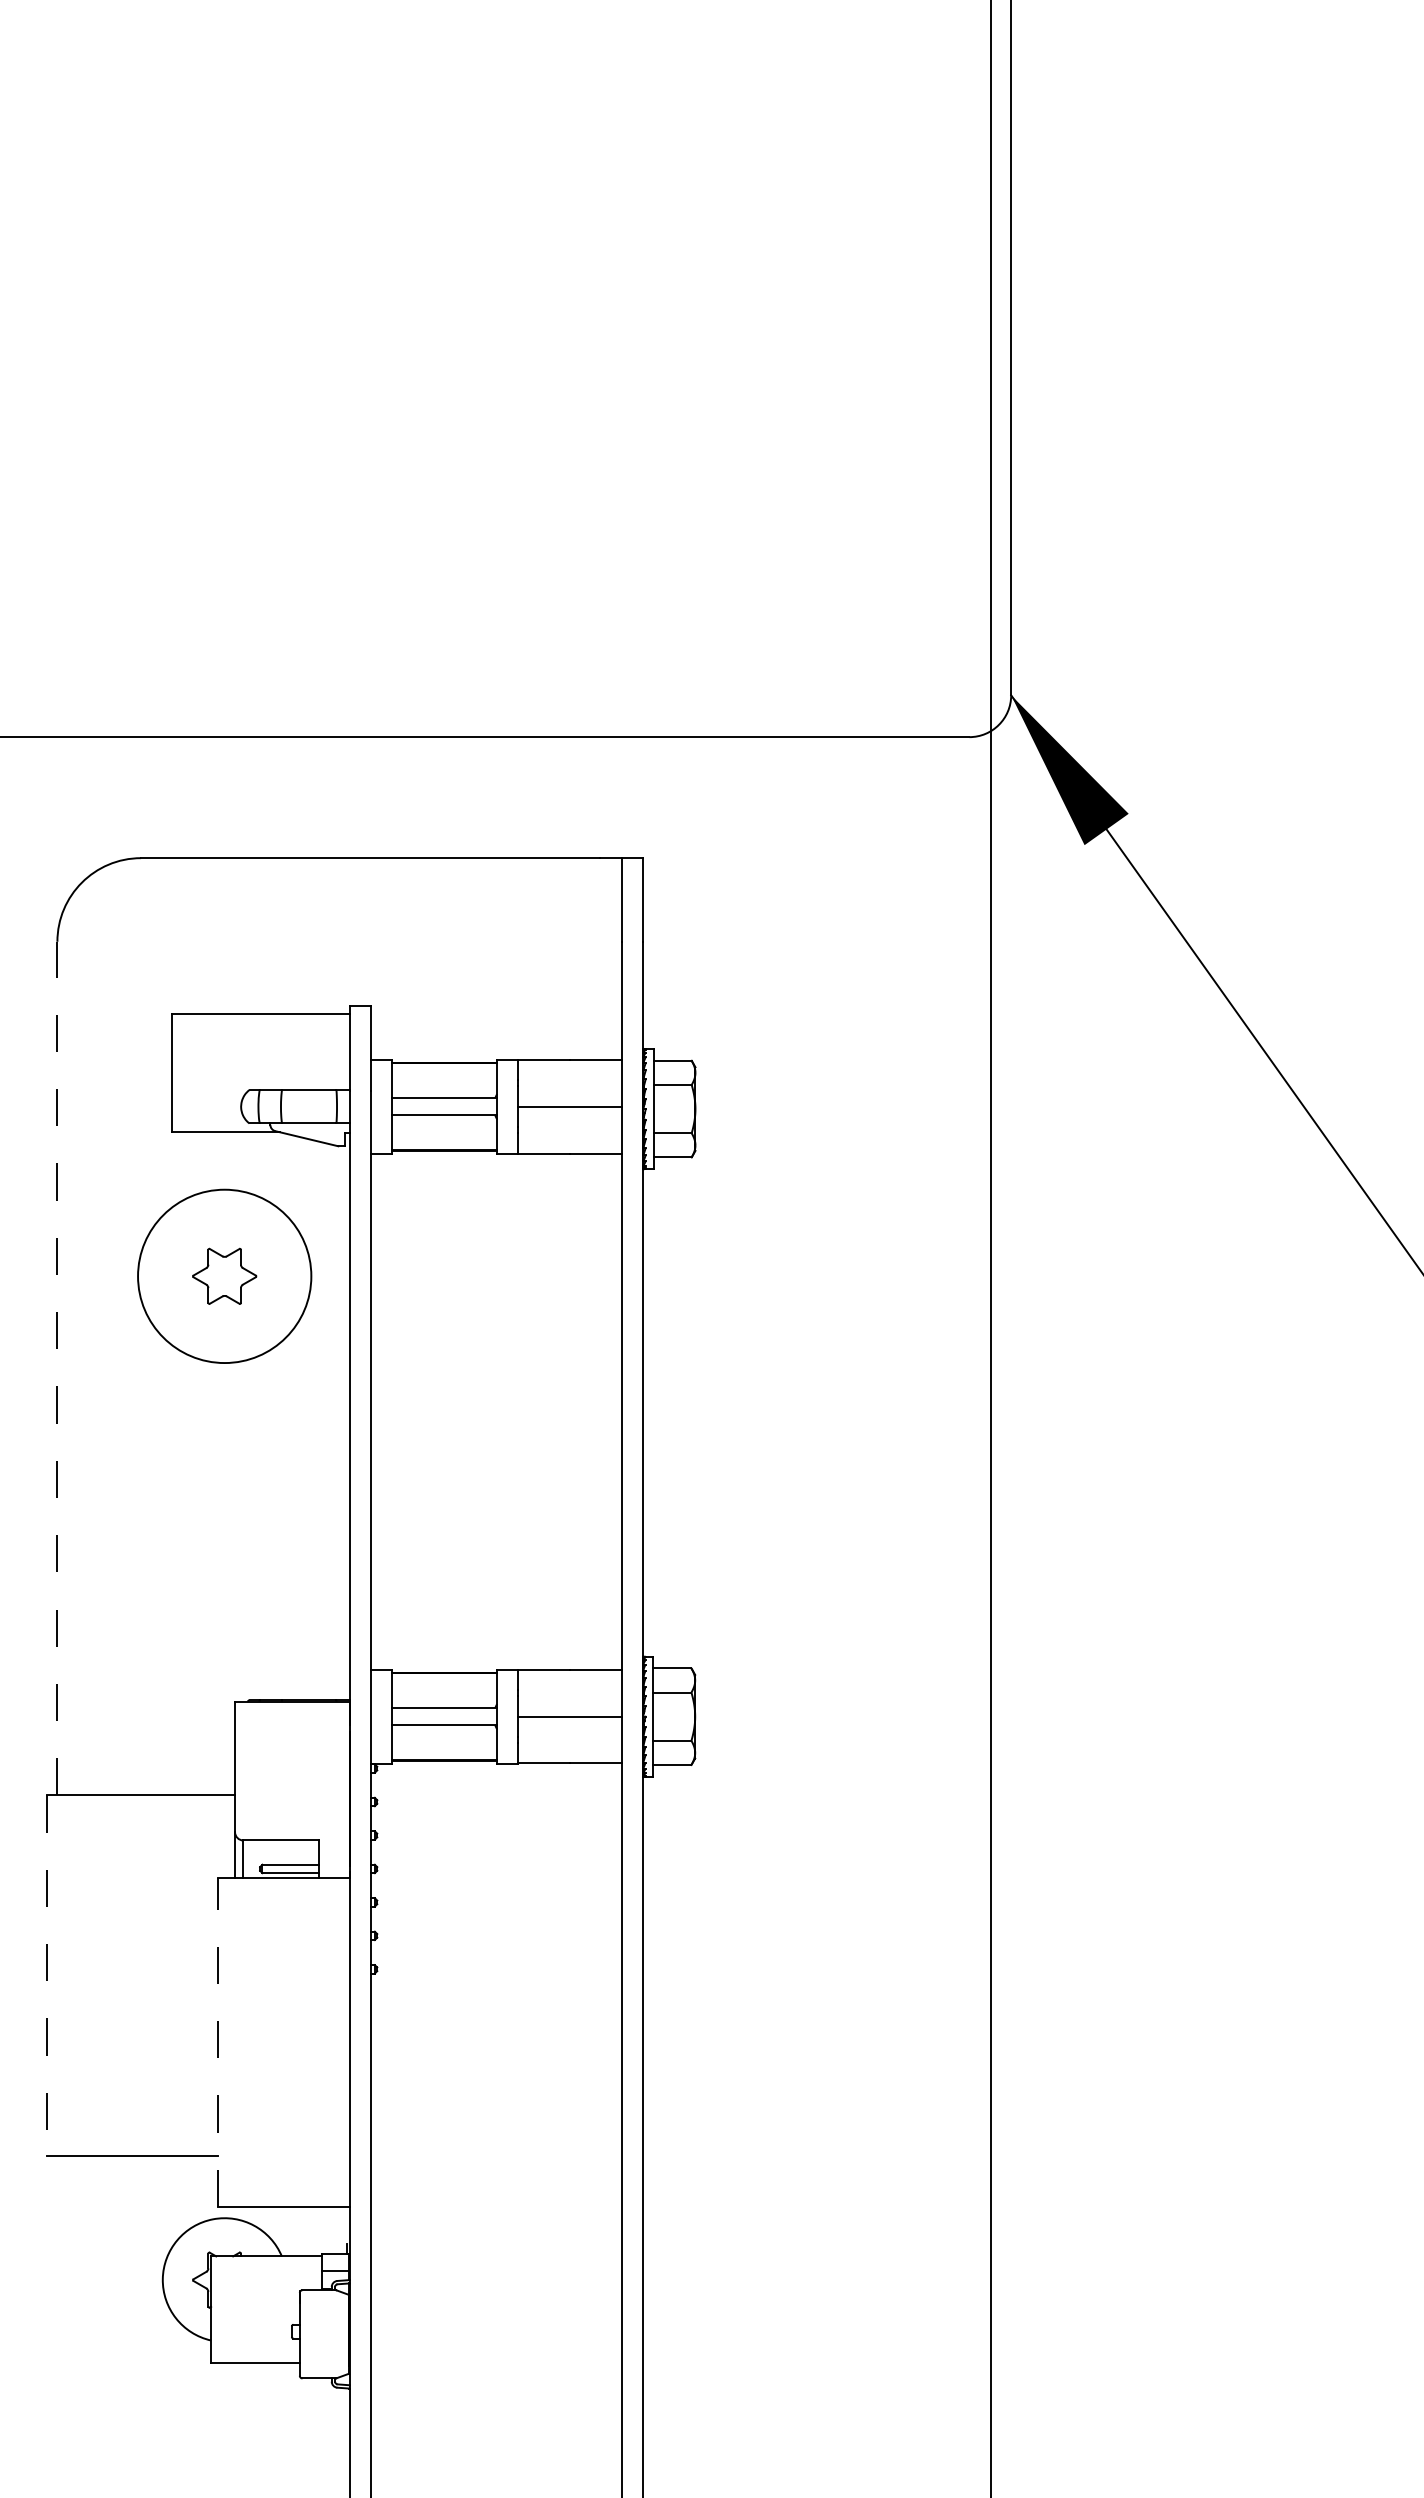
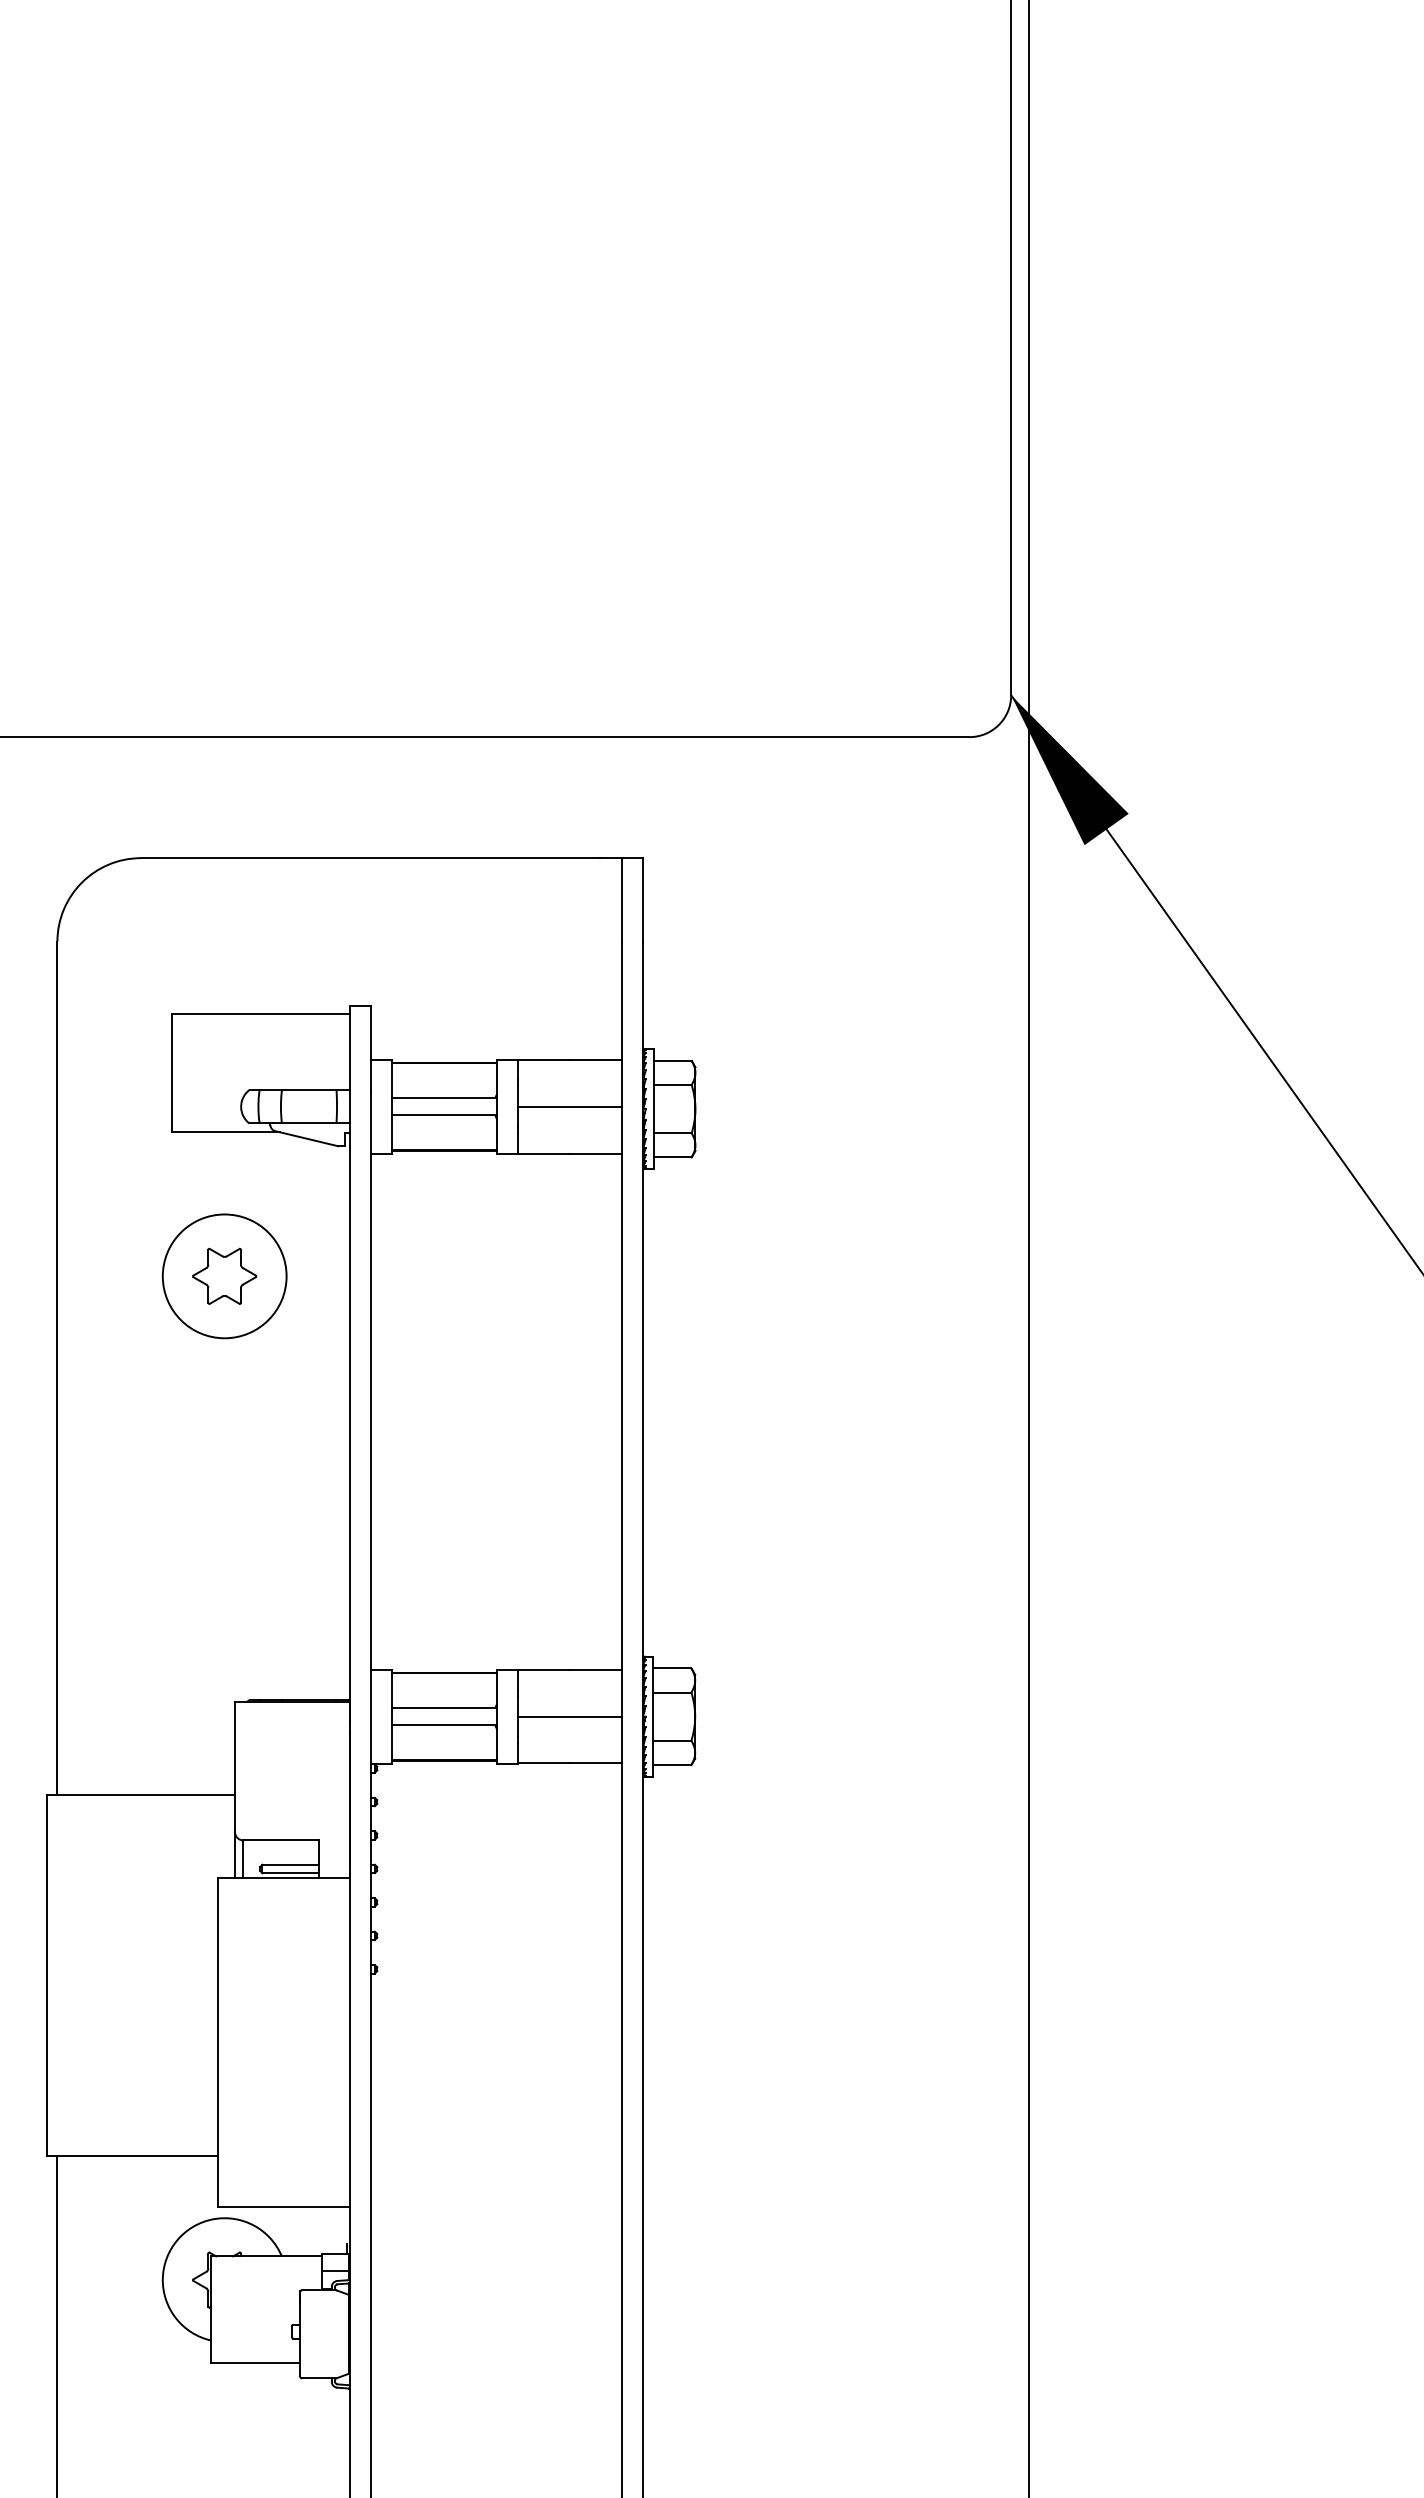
line at (991, 1248) position: (991, 1248) -> (1029, 1248)
circle at (224, 1276) diameter: 173 px -> 124 px
line at (57, 1368): dashed -> solid
line at (46, 1976): dashed -> solid
line at (218, 2042): dashed -> solid
line at (57, 2325): none -> present
